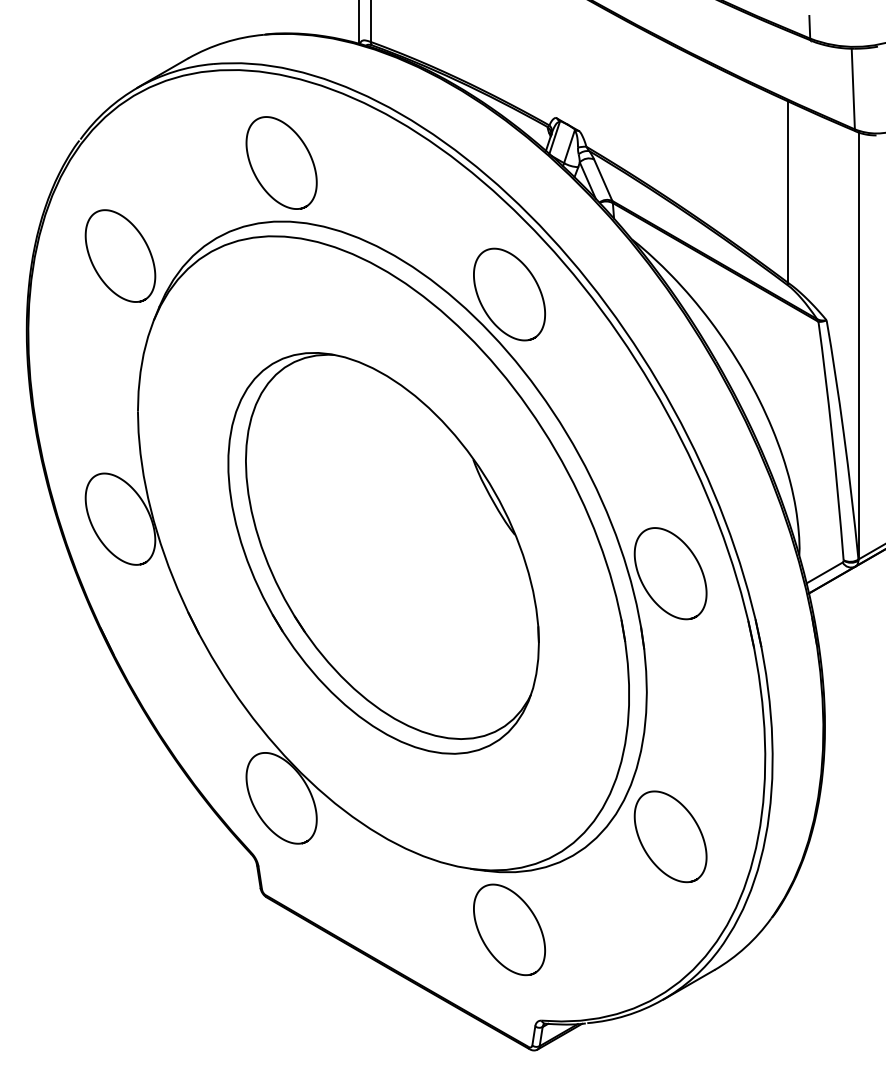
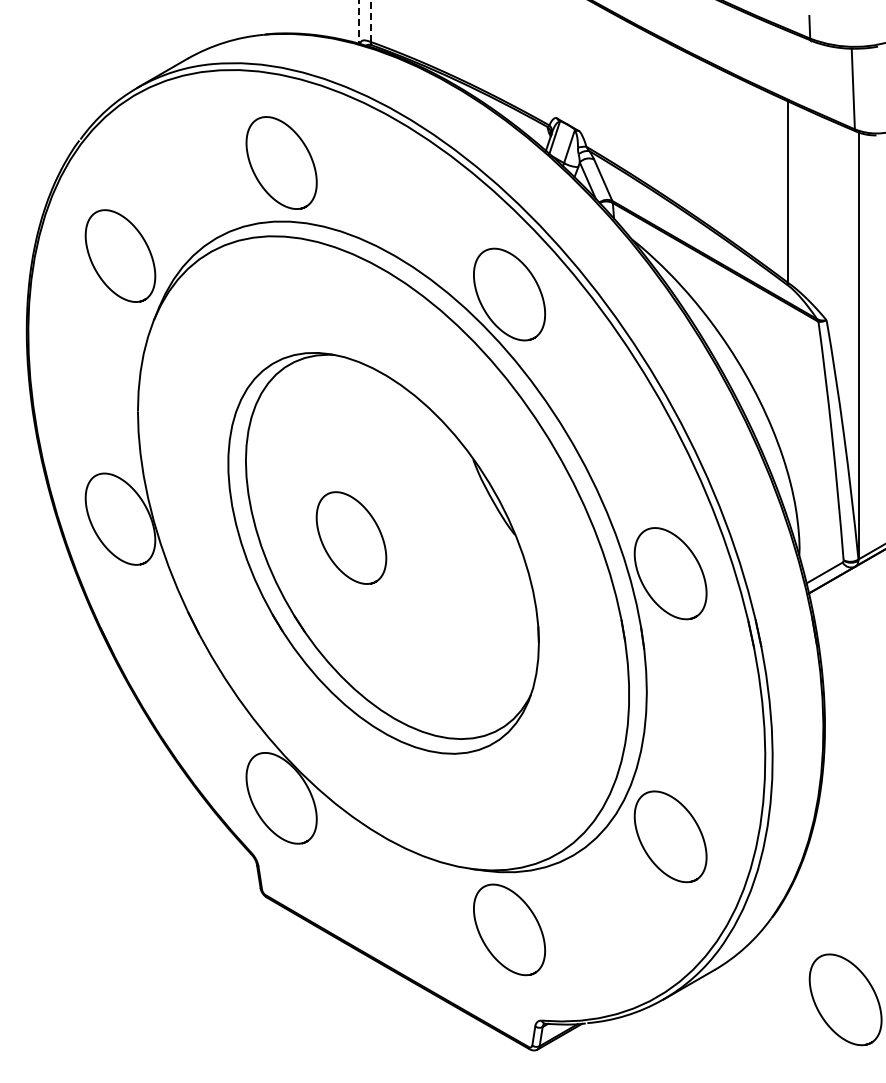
line at (370, 21): solid -> dashed
line at (359, 22): solid -> dashed
curve at (373, 521): none -> present
curve at (868, 983): none -> present
